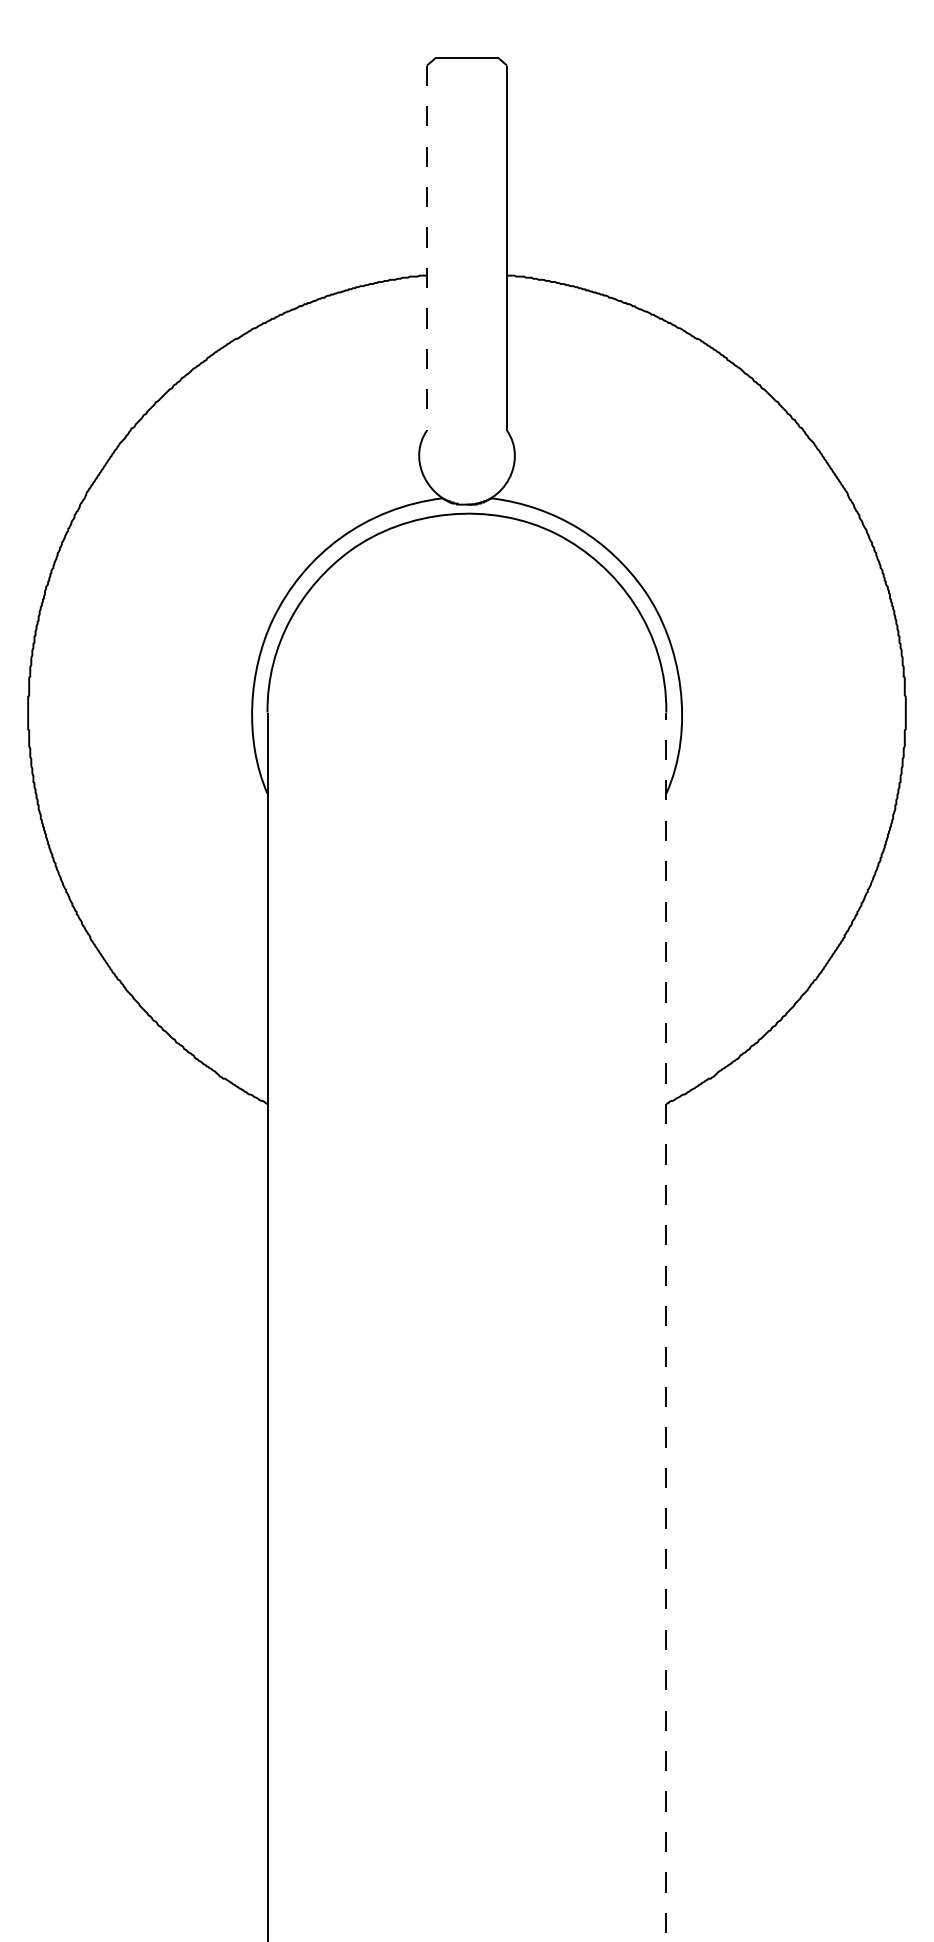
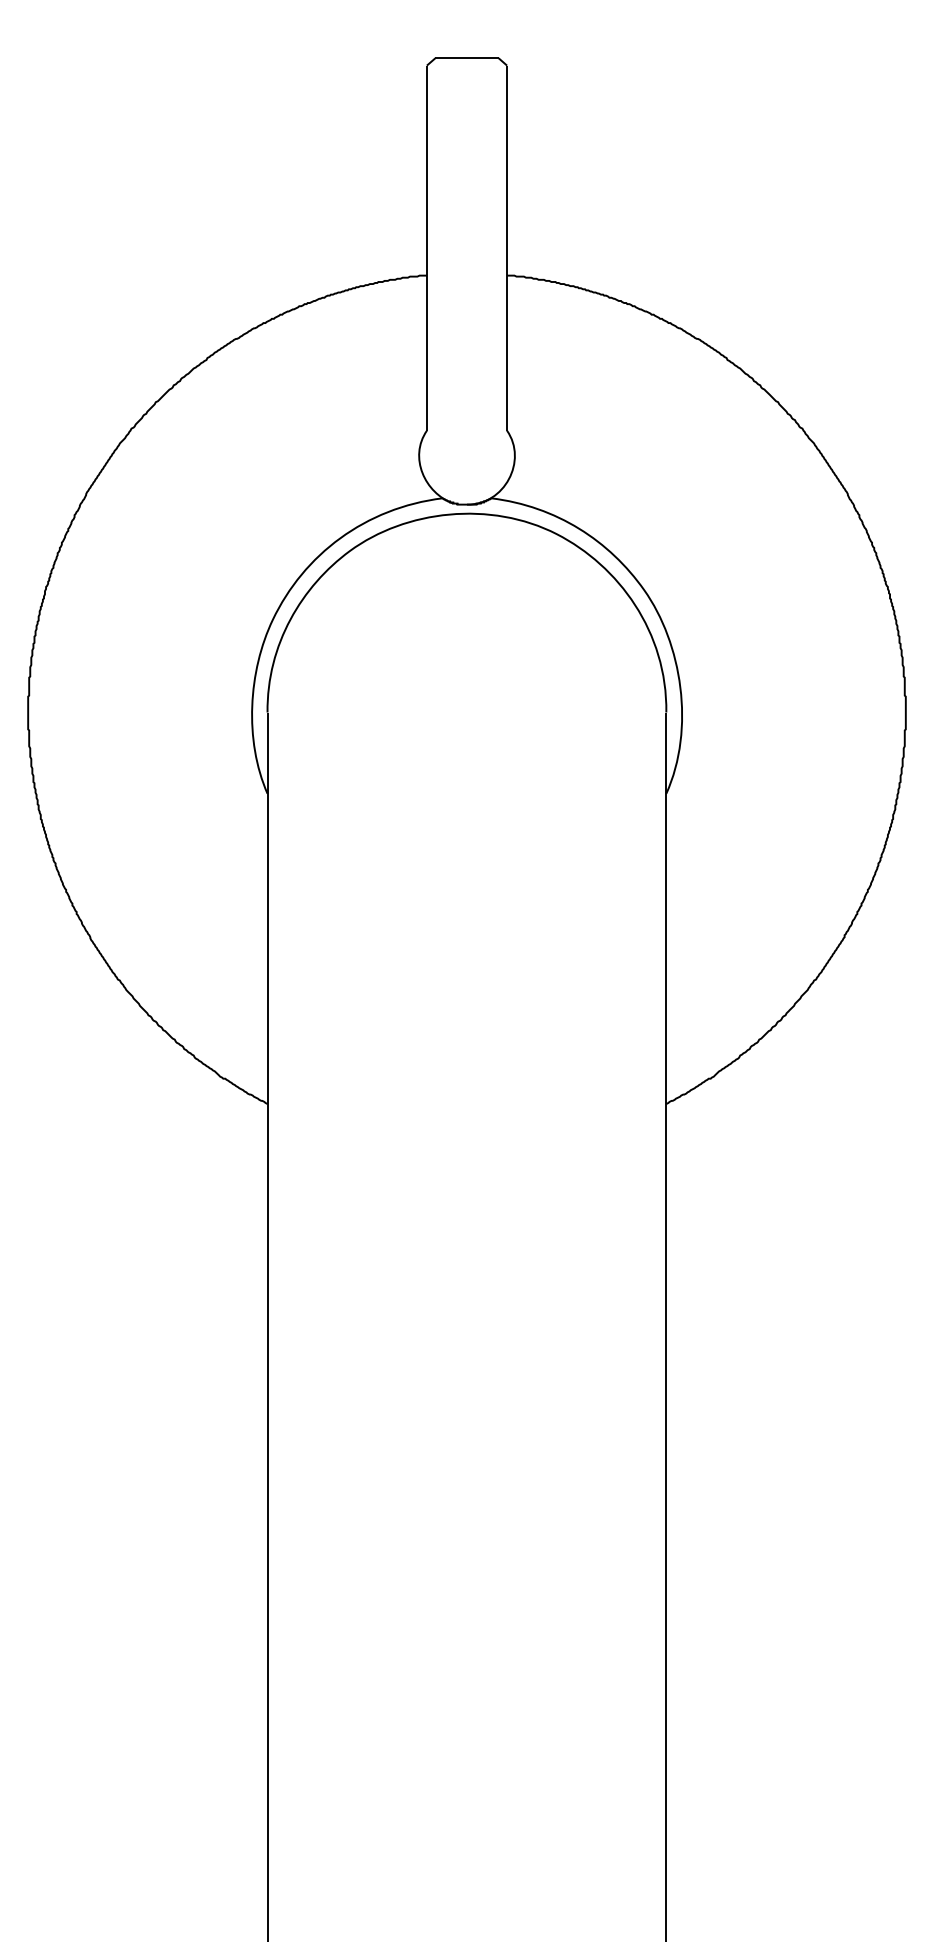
line at (426, 248): dashed -> solid
line at (666, 1326): dashed -> solid
